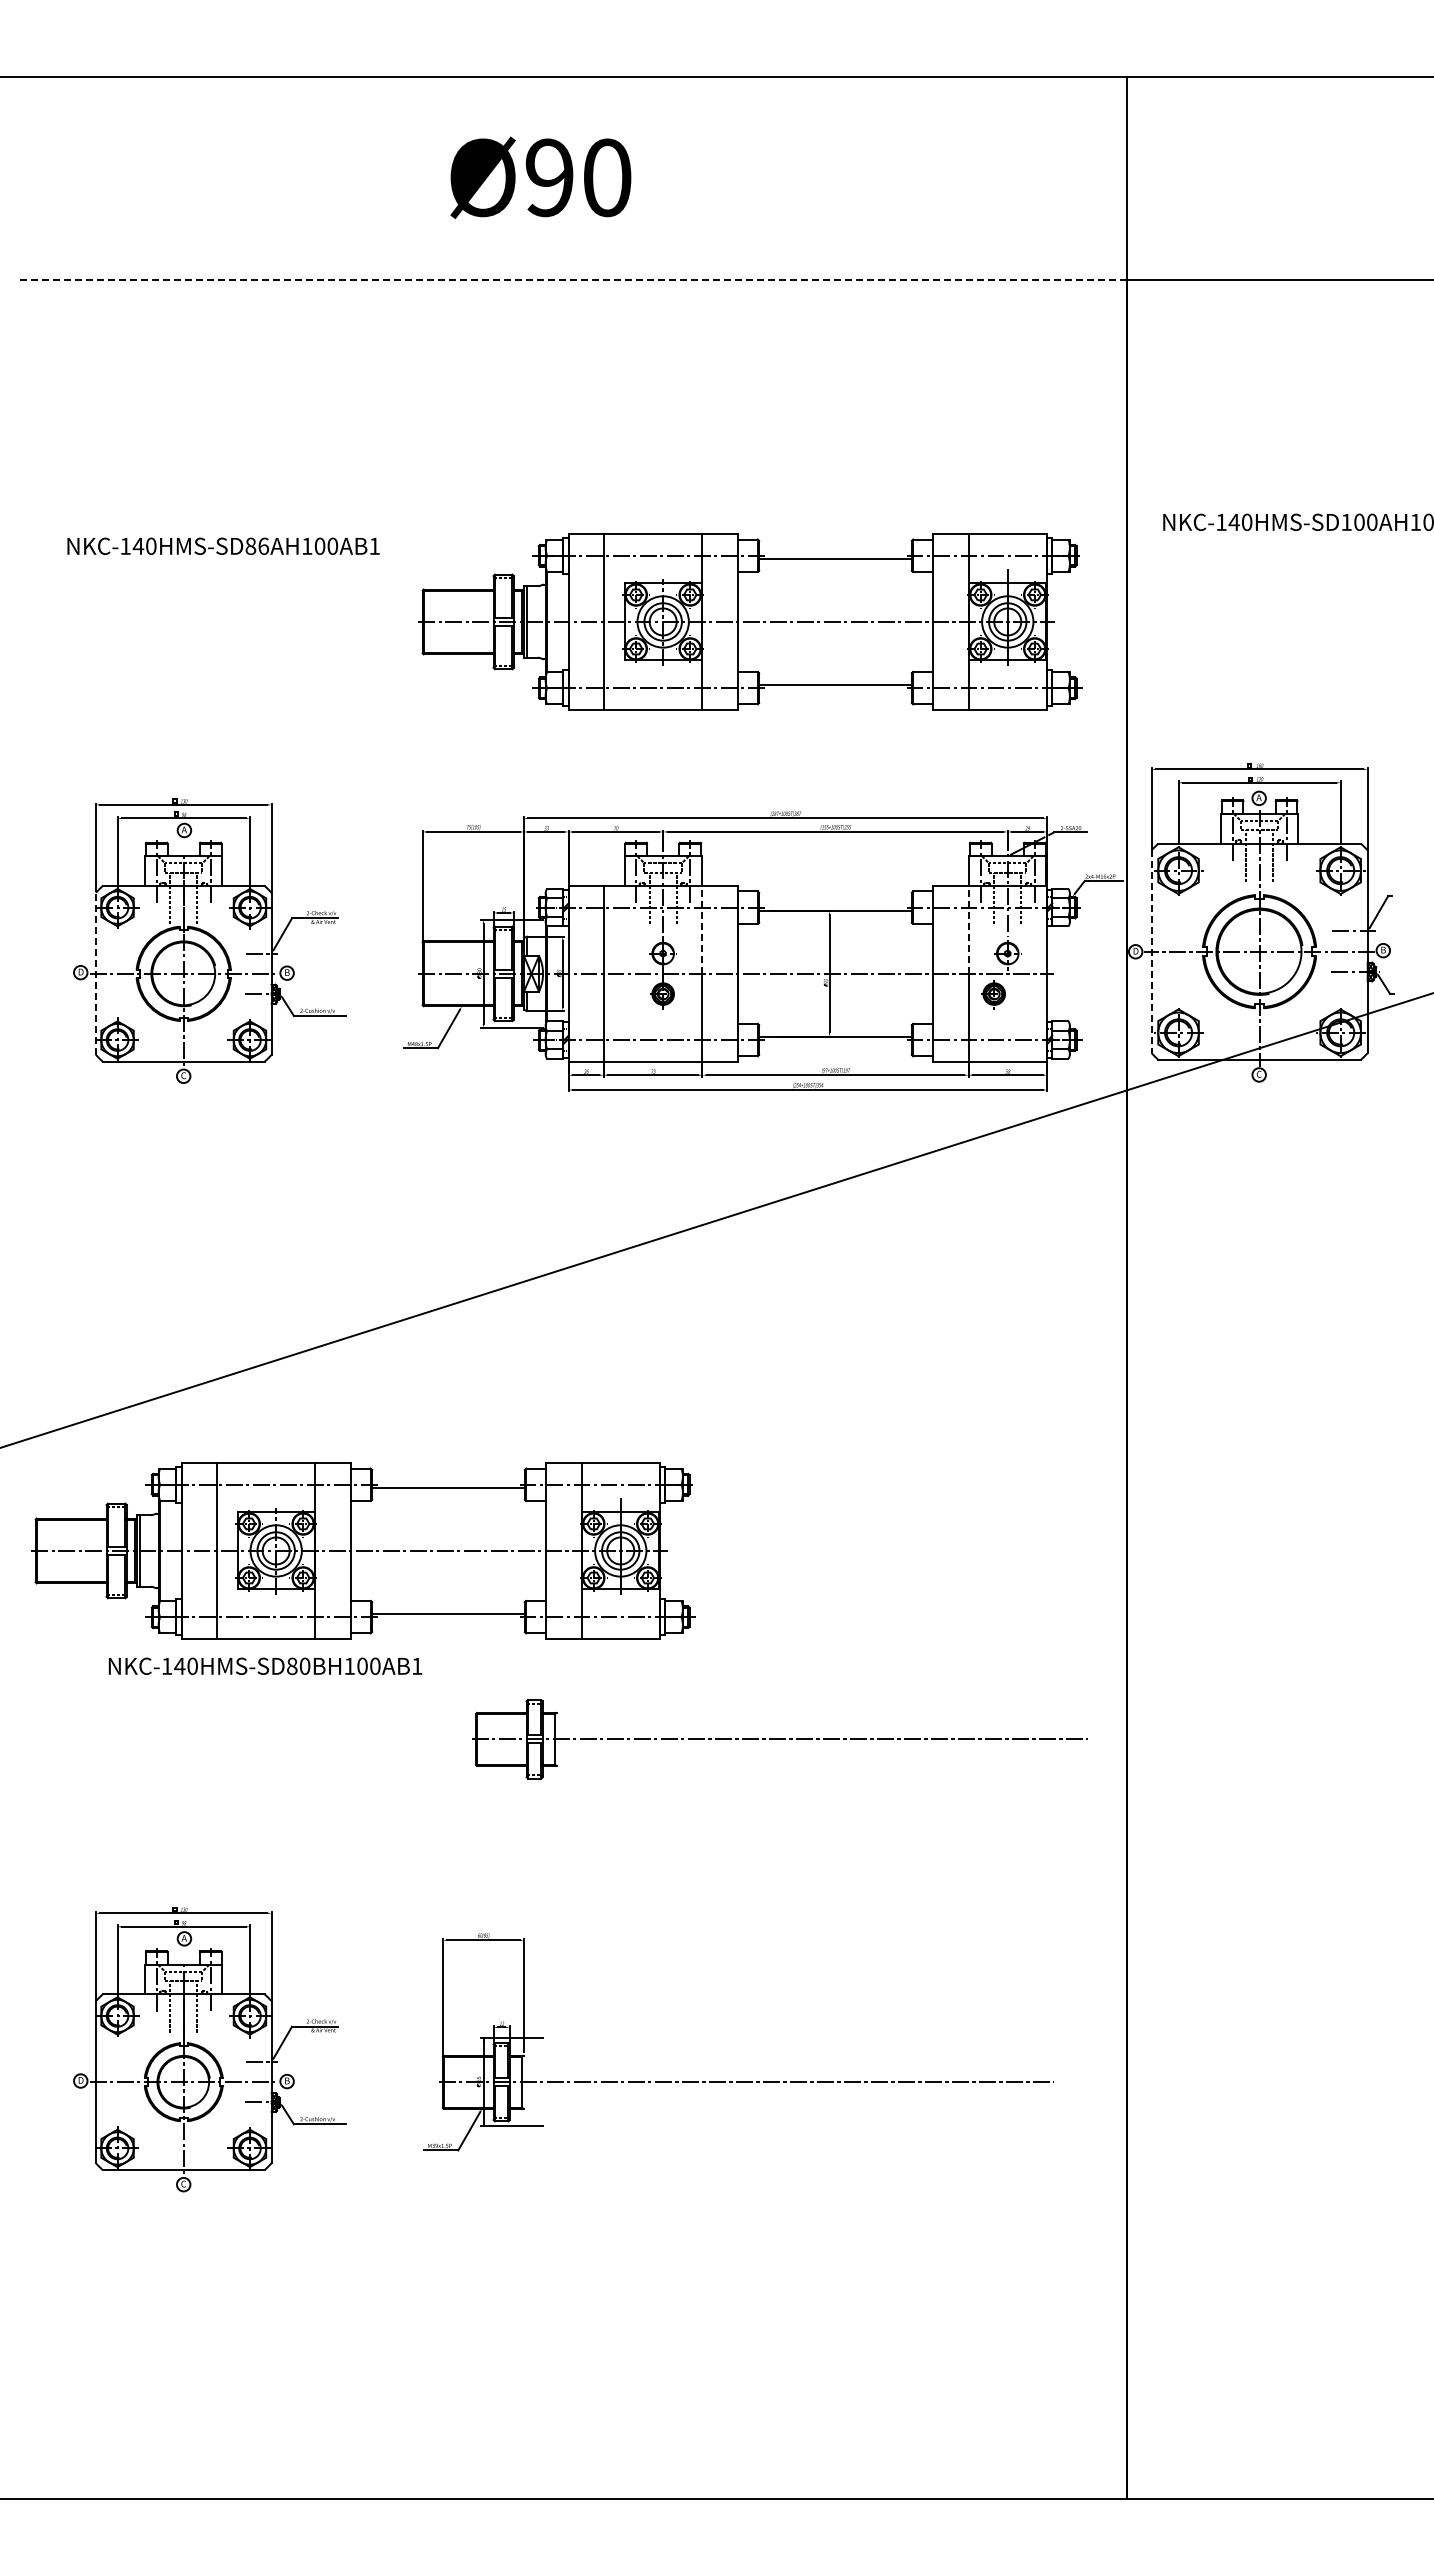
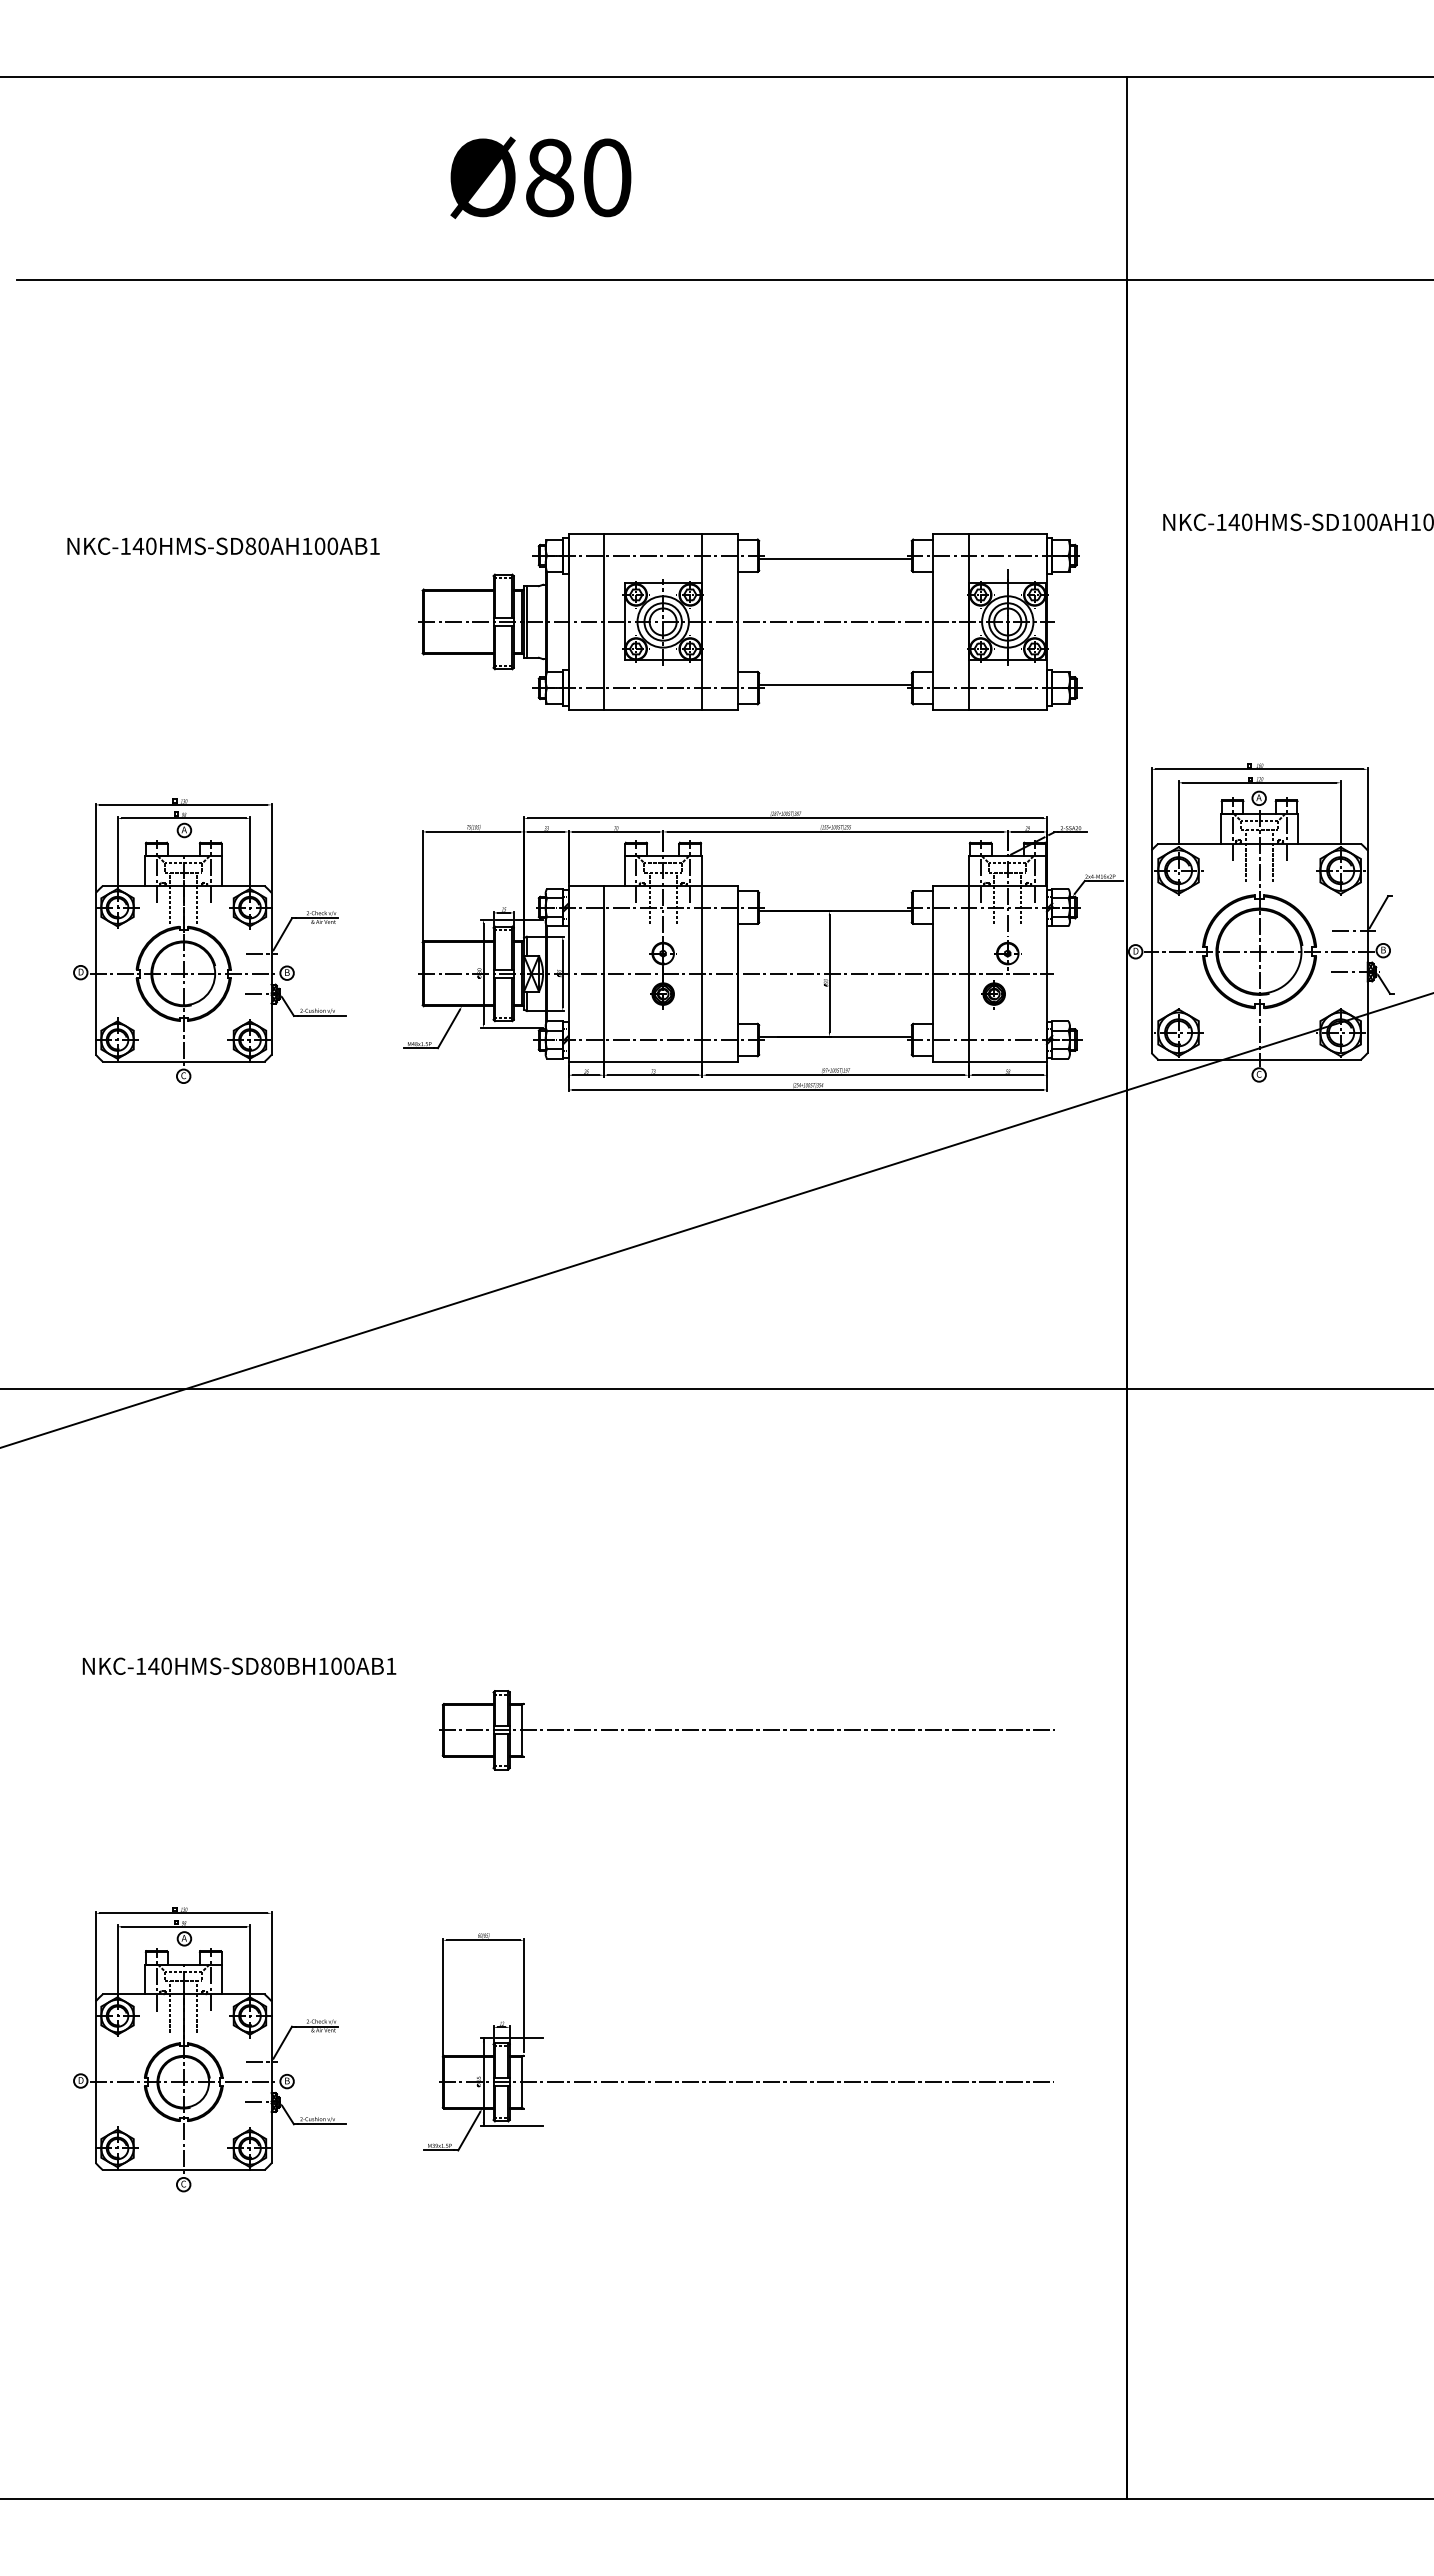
text at (549, 177): Ø90 -> Ø80
line at (572, 279): dashed -> solid
text at (263, 545): NKC-140HMS-SD86AH100AB1 -> NKC-140HMS-SD80AH100AB1
line at (702, 929): dashed -> solid
line at (968, 929): dashed -> solid
line at (1151, 952): dashed -> solid
line at (95, 973): dashed -> solid
line at (716, 1389): none -> present
part at (363, 1550): present -> none
text at (265, 1665) position: (265, 1665) -> (239, 1665)
part at (779, 1739) position: (779, 1739) -> (746, 1730)
